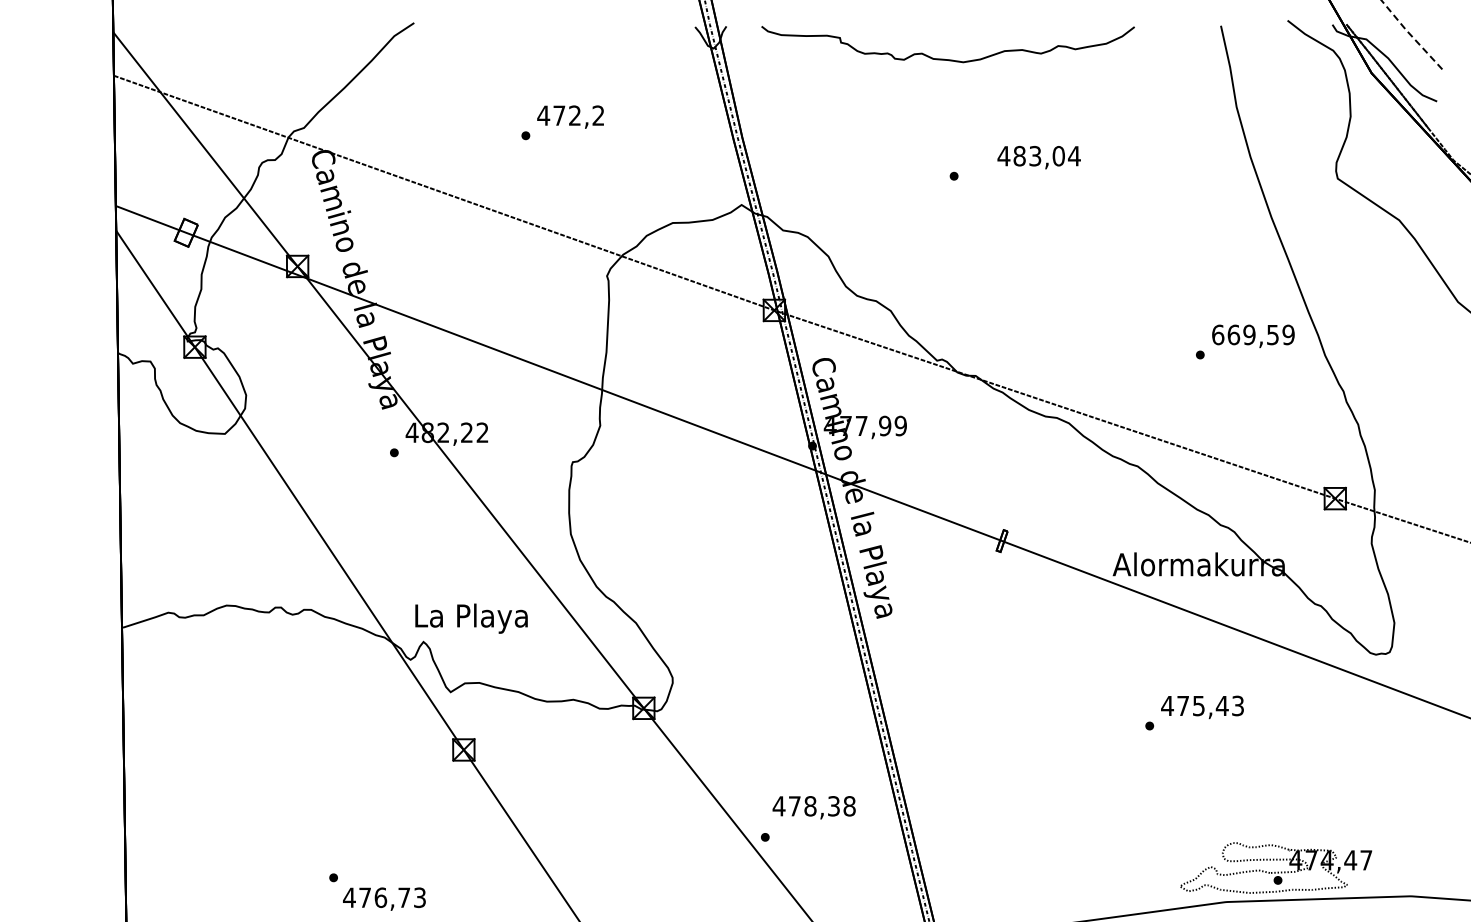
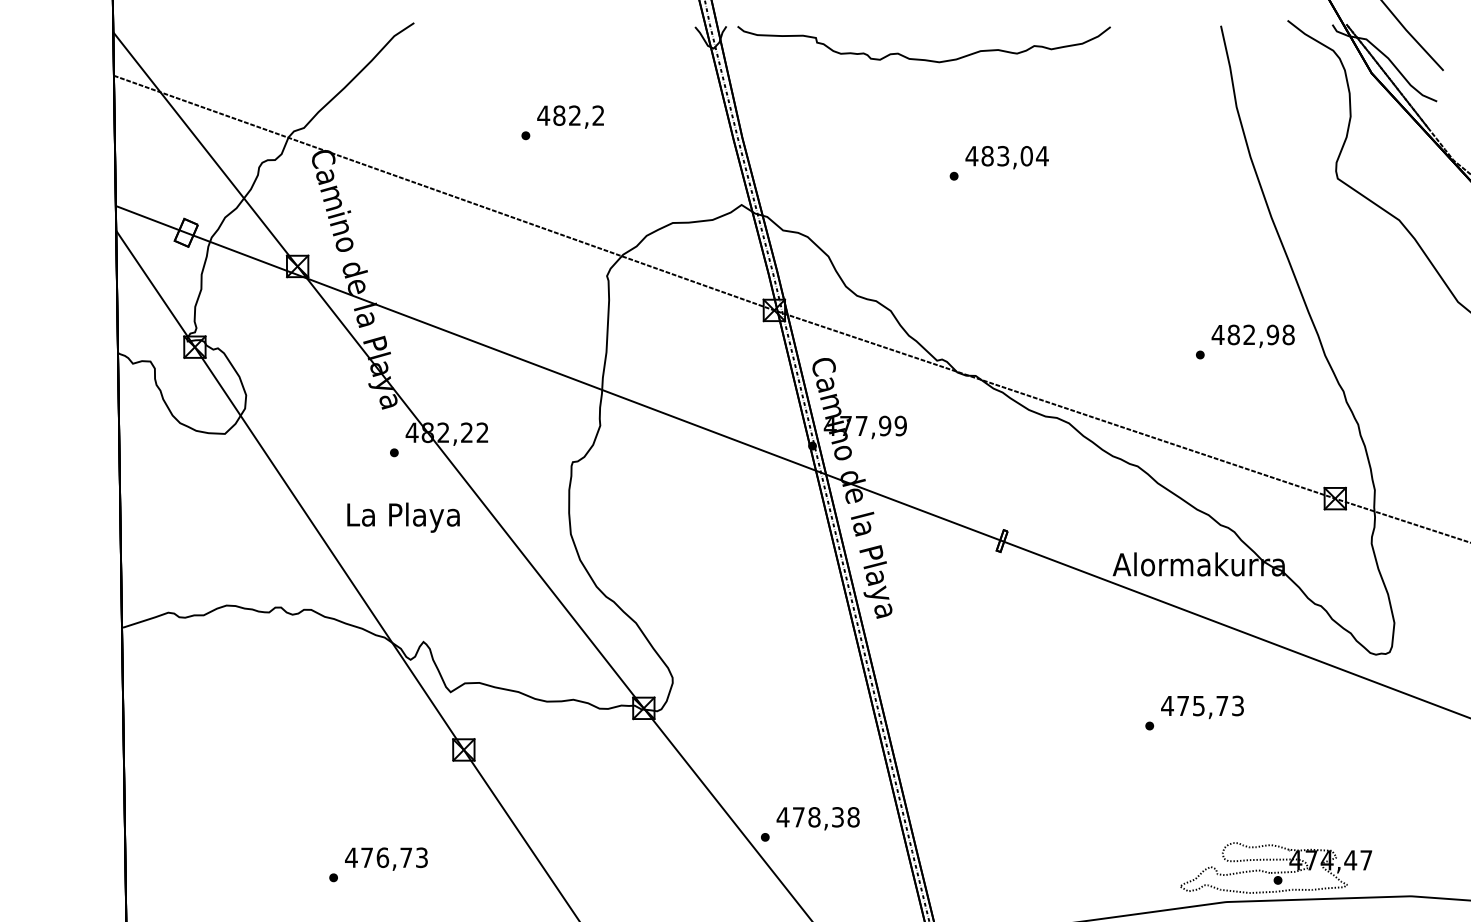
line at (1411, 35): dashed -> solid
curve at (944, 58) position: (944, 58) -> (920, 58)
text at (559, 115): 472,2 -> 482,2
text at (1038, 157) position: (1038, 157) -> (1006, 157)
text at (1252, 334): 669,59 -> 482,98
text at (471, 618) position: (471, 618) -> (403, 517)
text at (1221, 705): 475,43 -> 475,73
text at (813, 807) position: (813, 807) -> (817, 818)
text at (384, 898) position: (384, 898) -> (386, 858)
